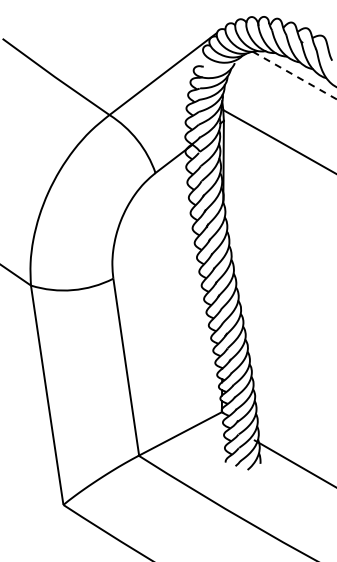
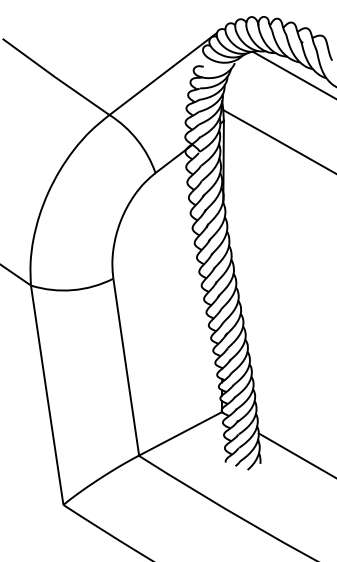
line at (294, 75): dashed -> solid
line at (293, 463) position: (293, 463) -> (295, 454)
